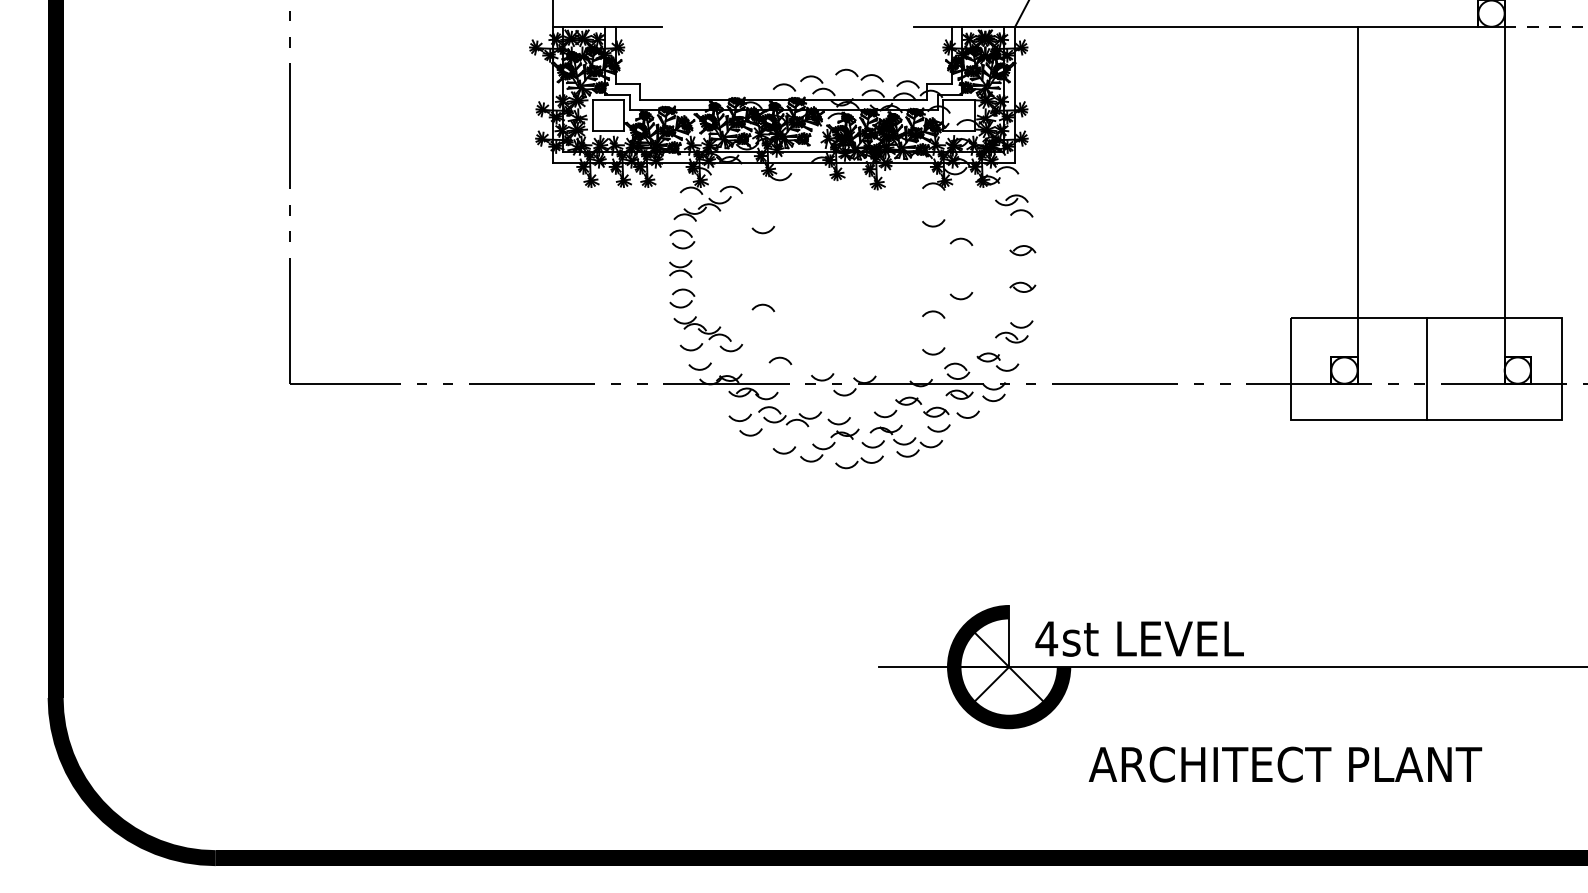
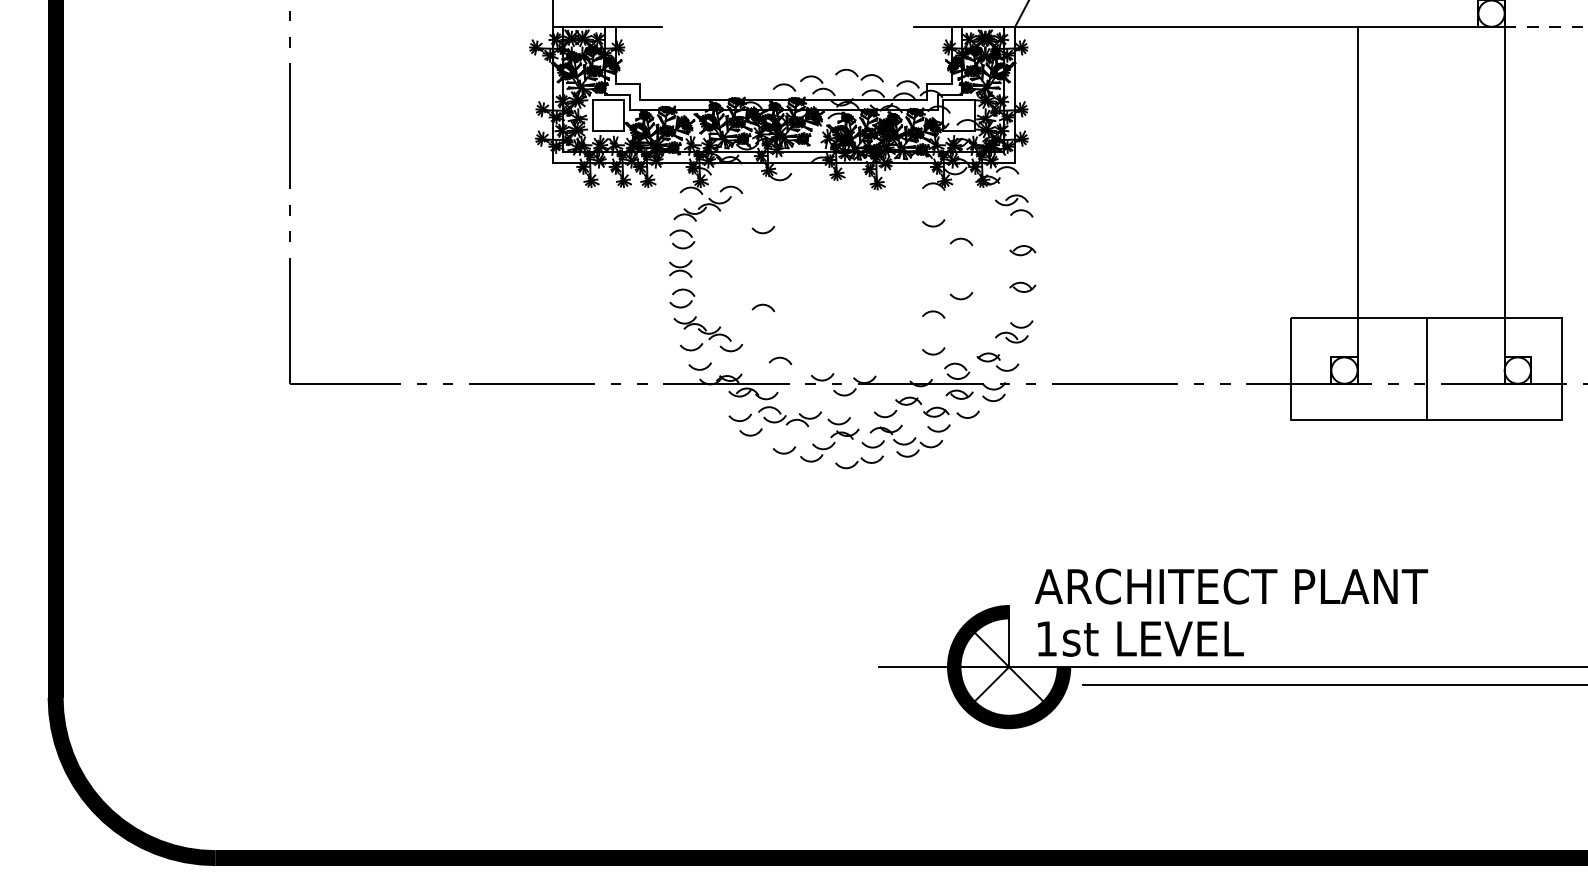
text at (1046, 638): 4st -> 1st
line at (1333, 684): none -> present
text at (1285, 764) position: (1285, 764) -> (1231, 586)
